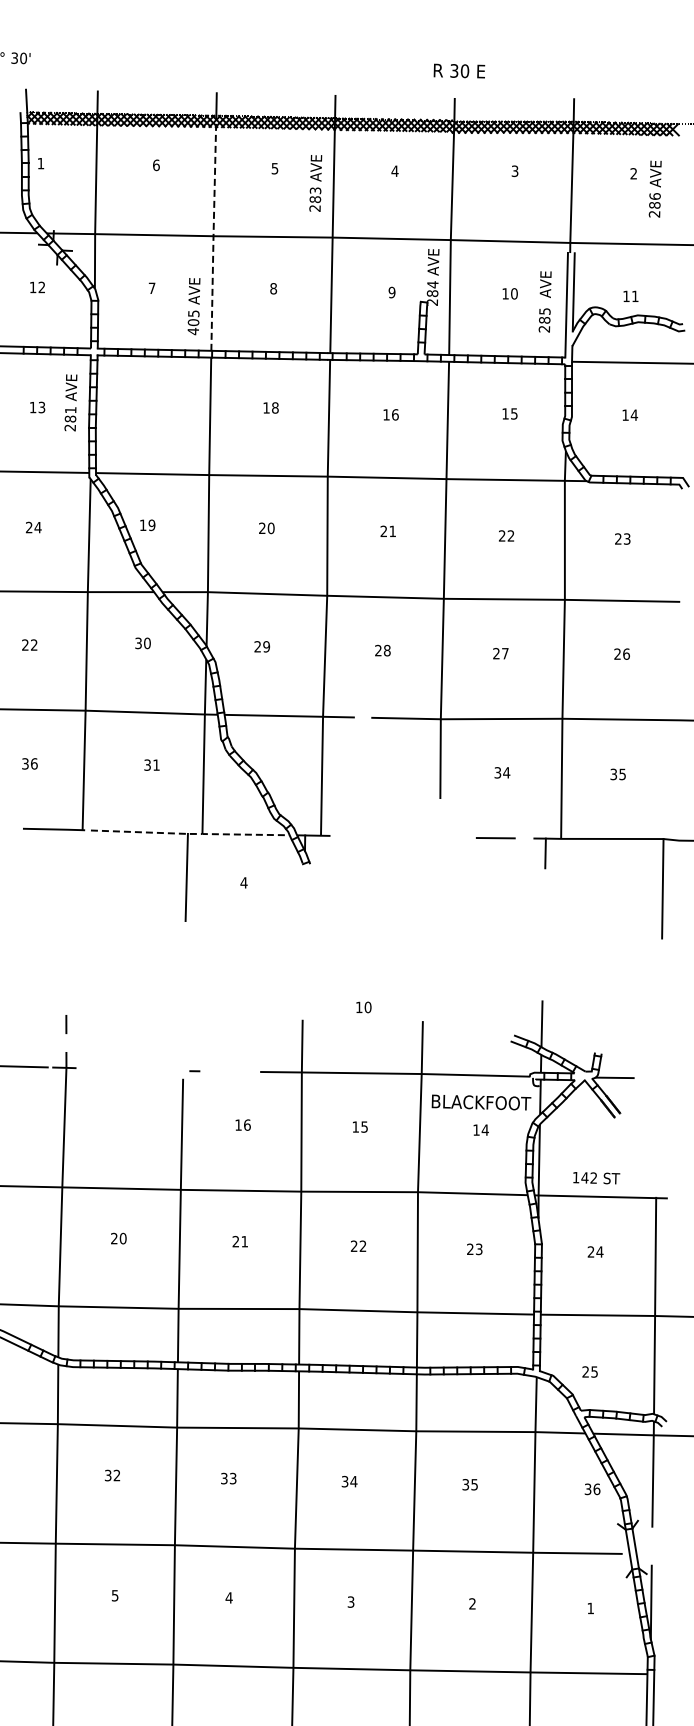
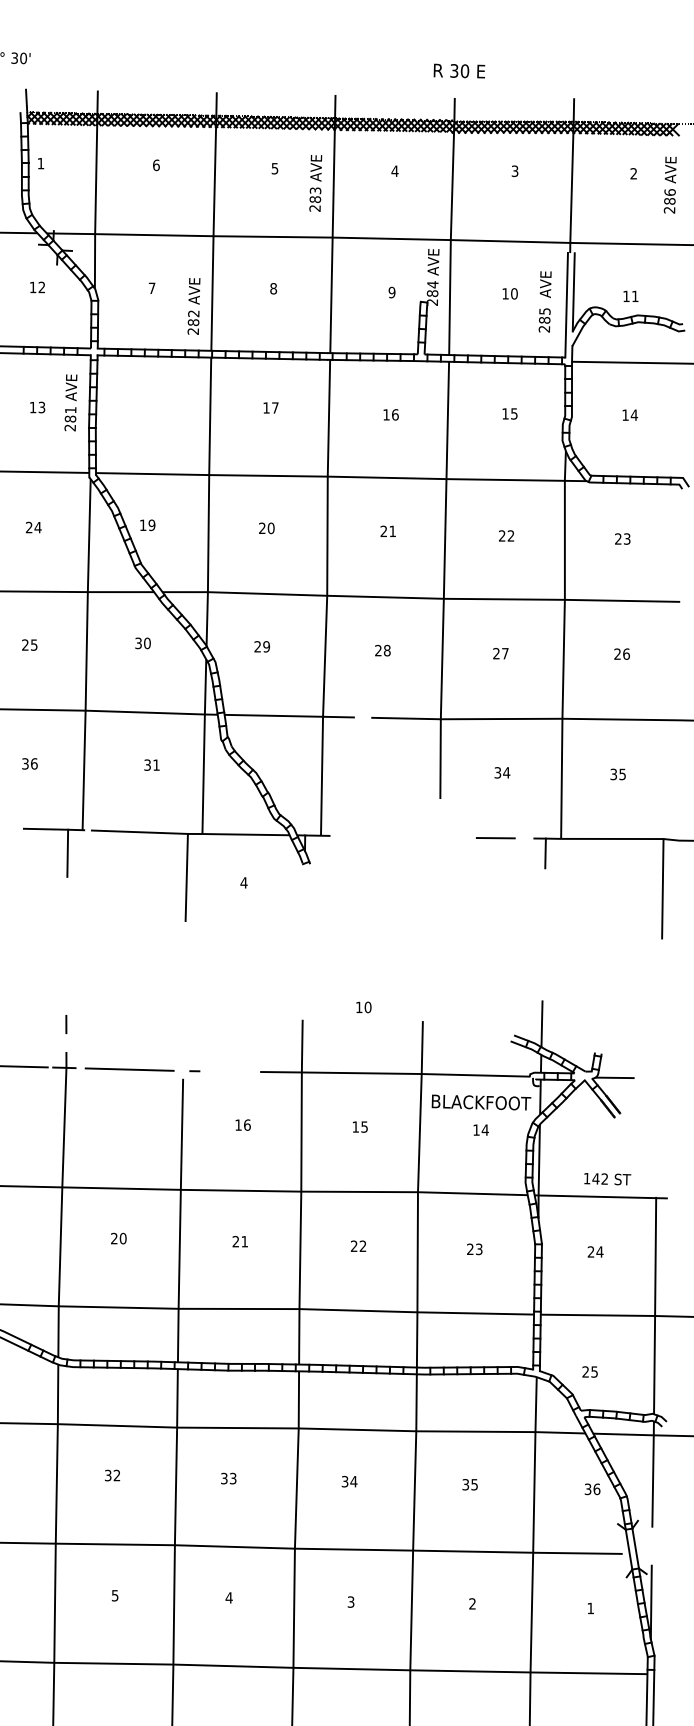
text at (654, 188) position: (654, 188) -> (669, 184)
line at (213, 233): dashed -> solid
text at (193, 322): 405 -> 282
text at (275, 407): 18 -> 17
text at (34, 644): 22 -> 25
line at (190, 833): dashed -> solid
line at (67, 852): none -> present
line at (129, 1069): none -> present
text at (596, 1178) position: (596, 1178) -> (607, 1179)
